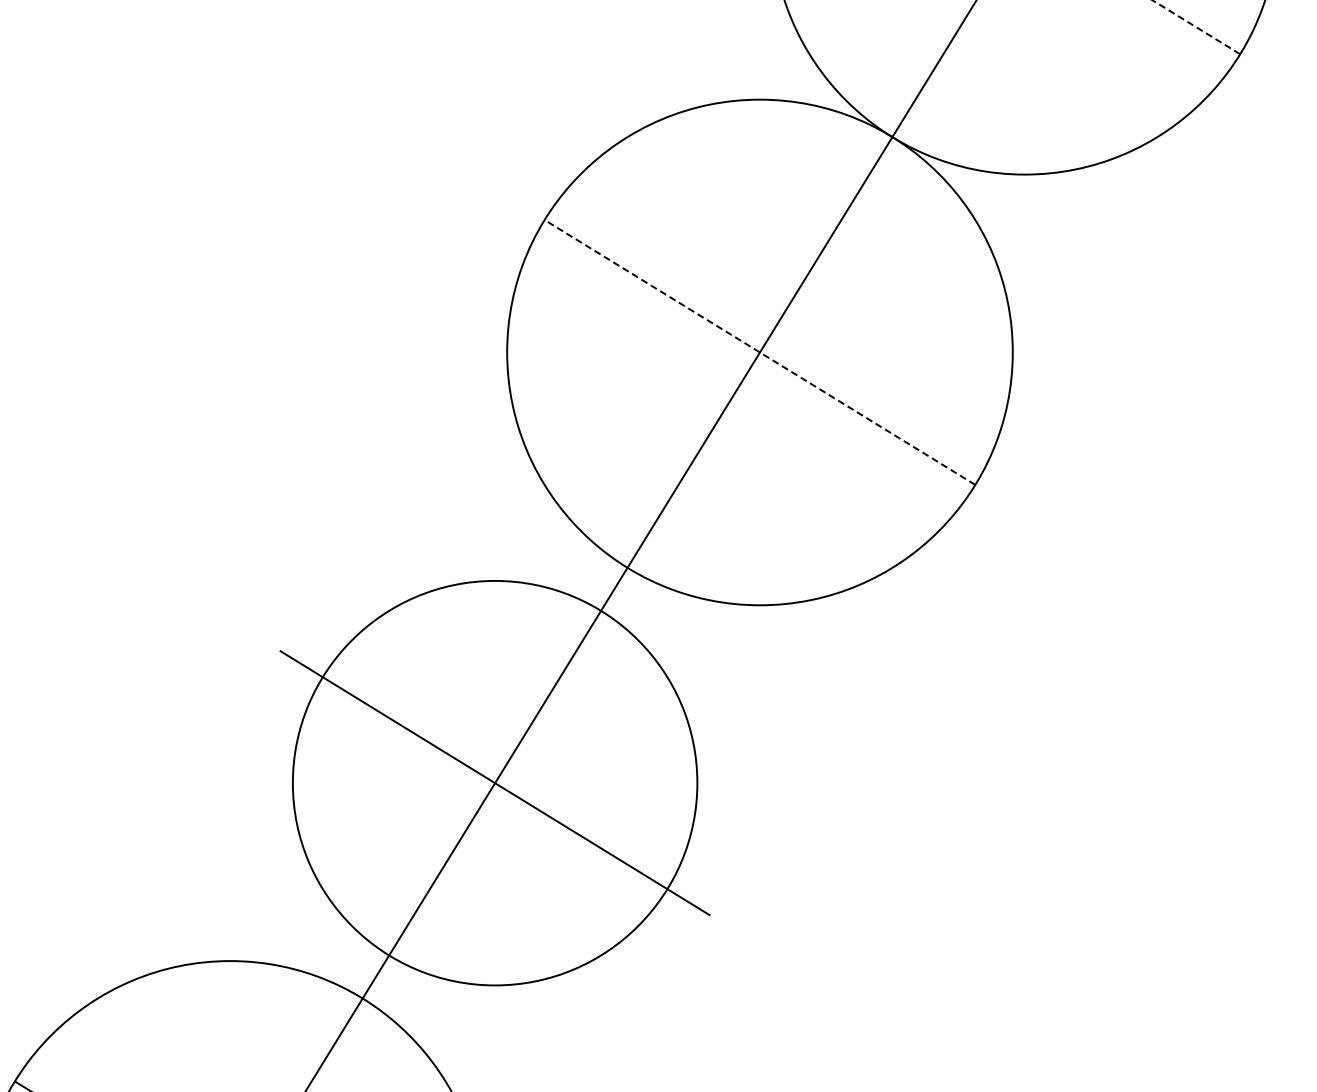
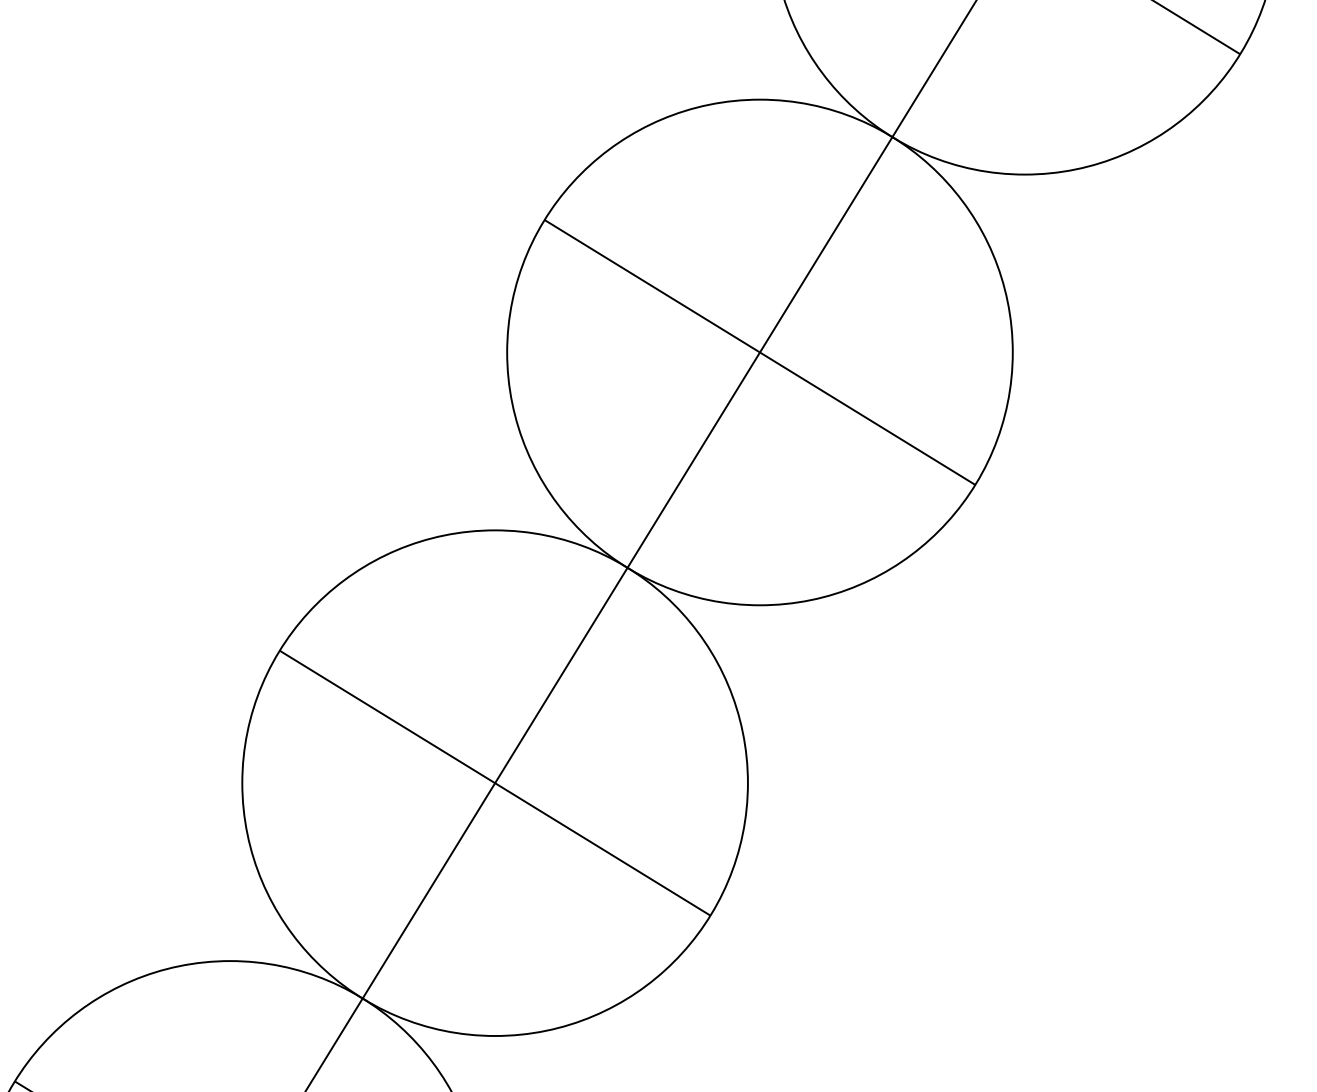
line at (1195, 27): dashed -> solid
line at (760, 352): dashed -> solid
circle at (494, 782) diameter: 404 px -> 506 px
